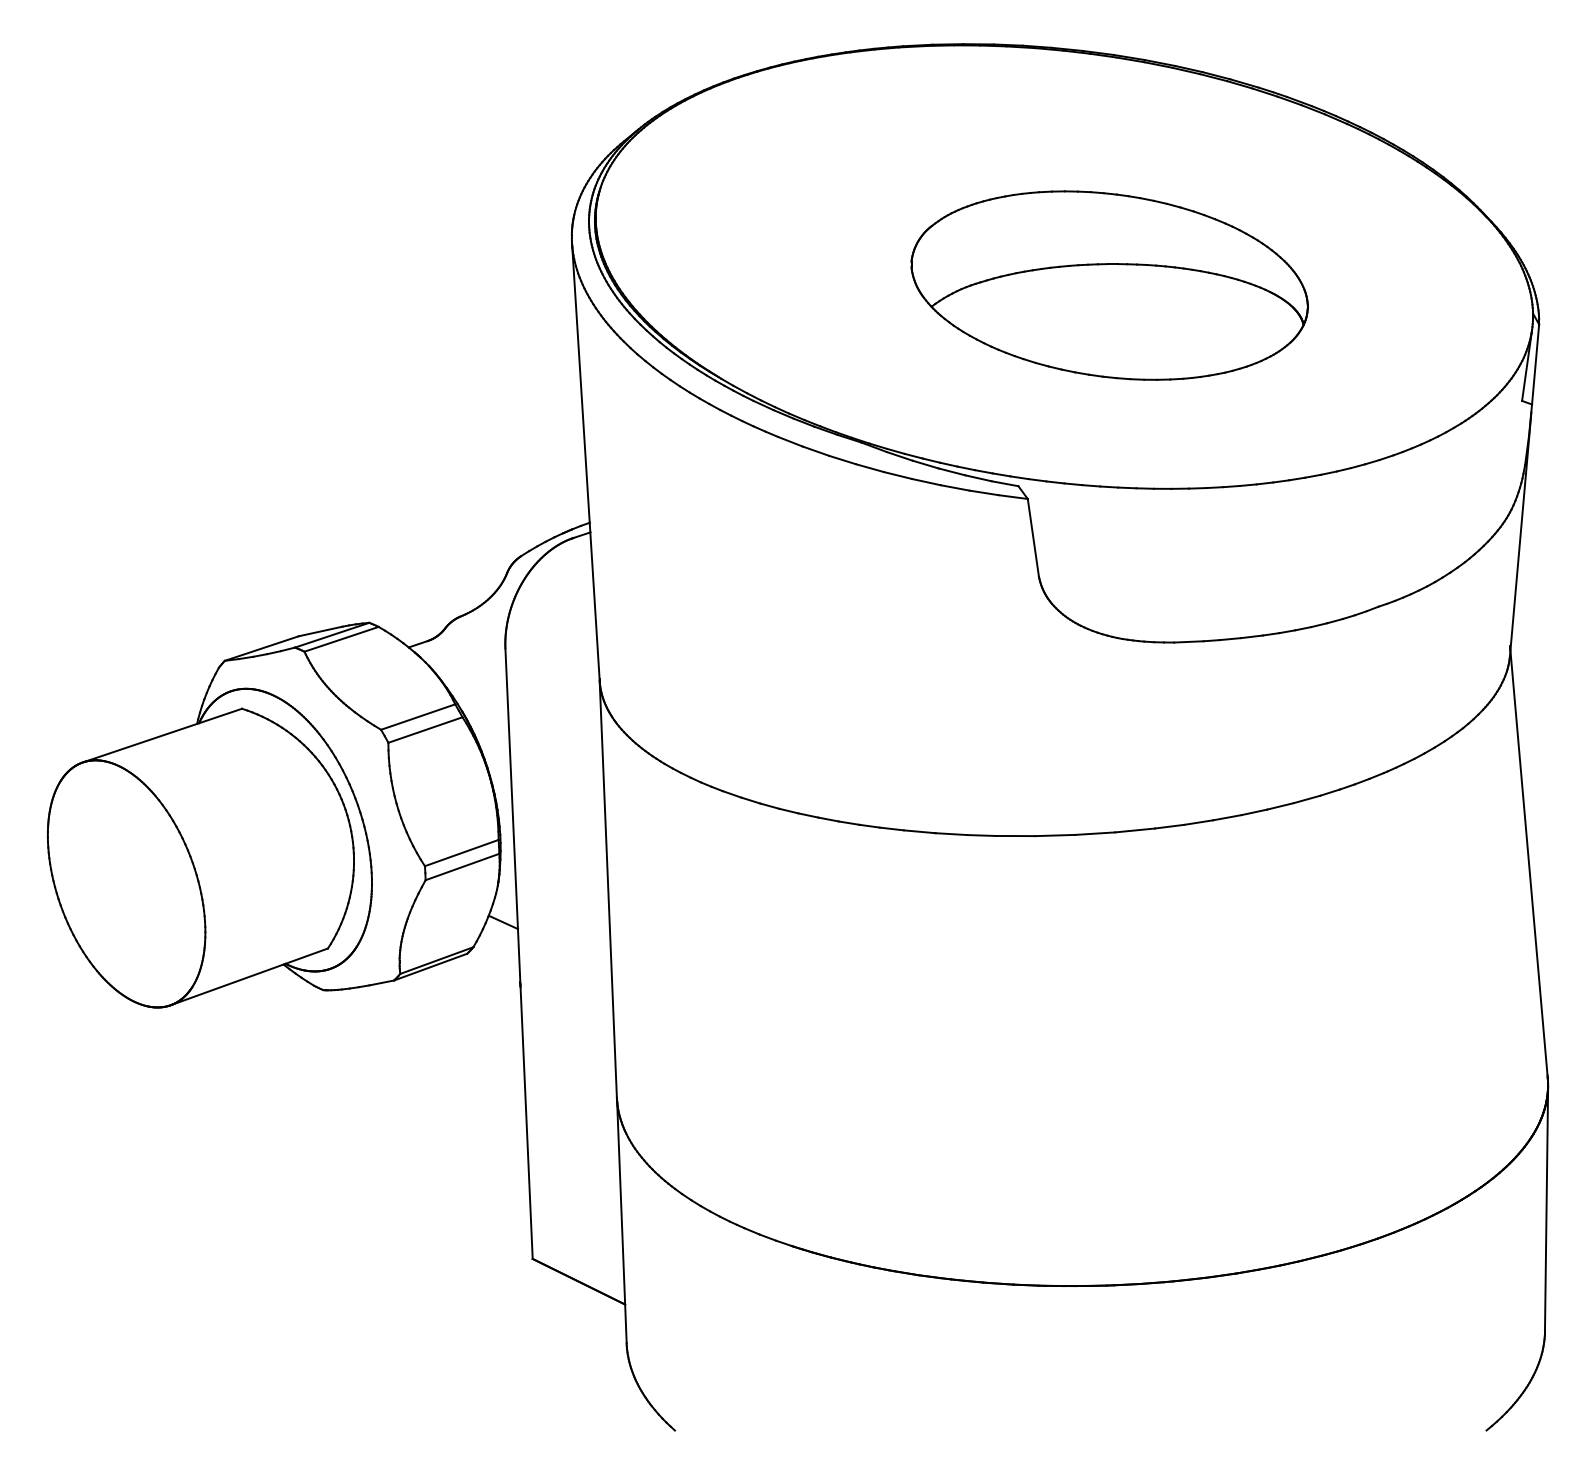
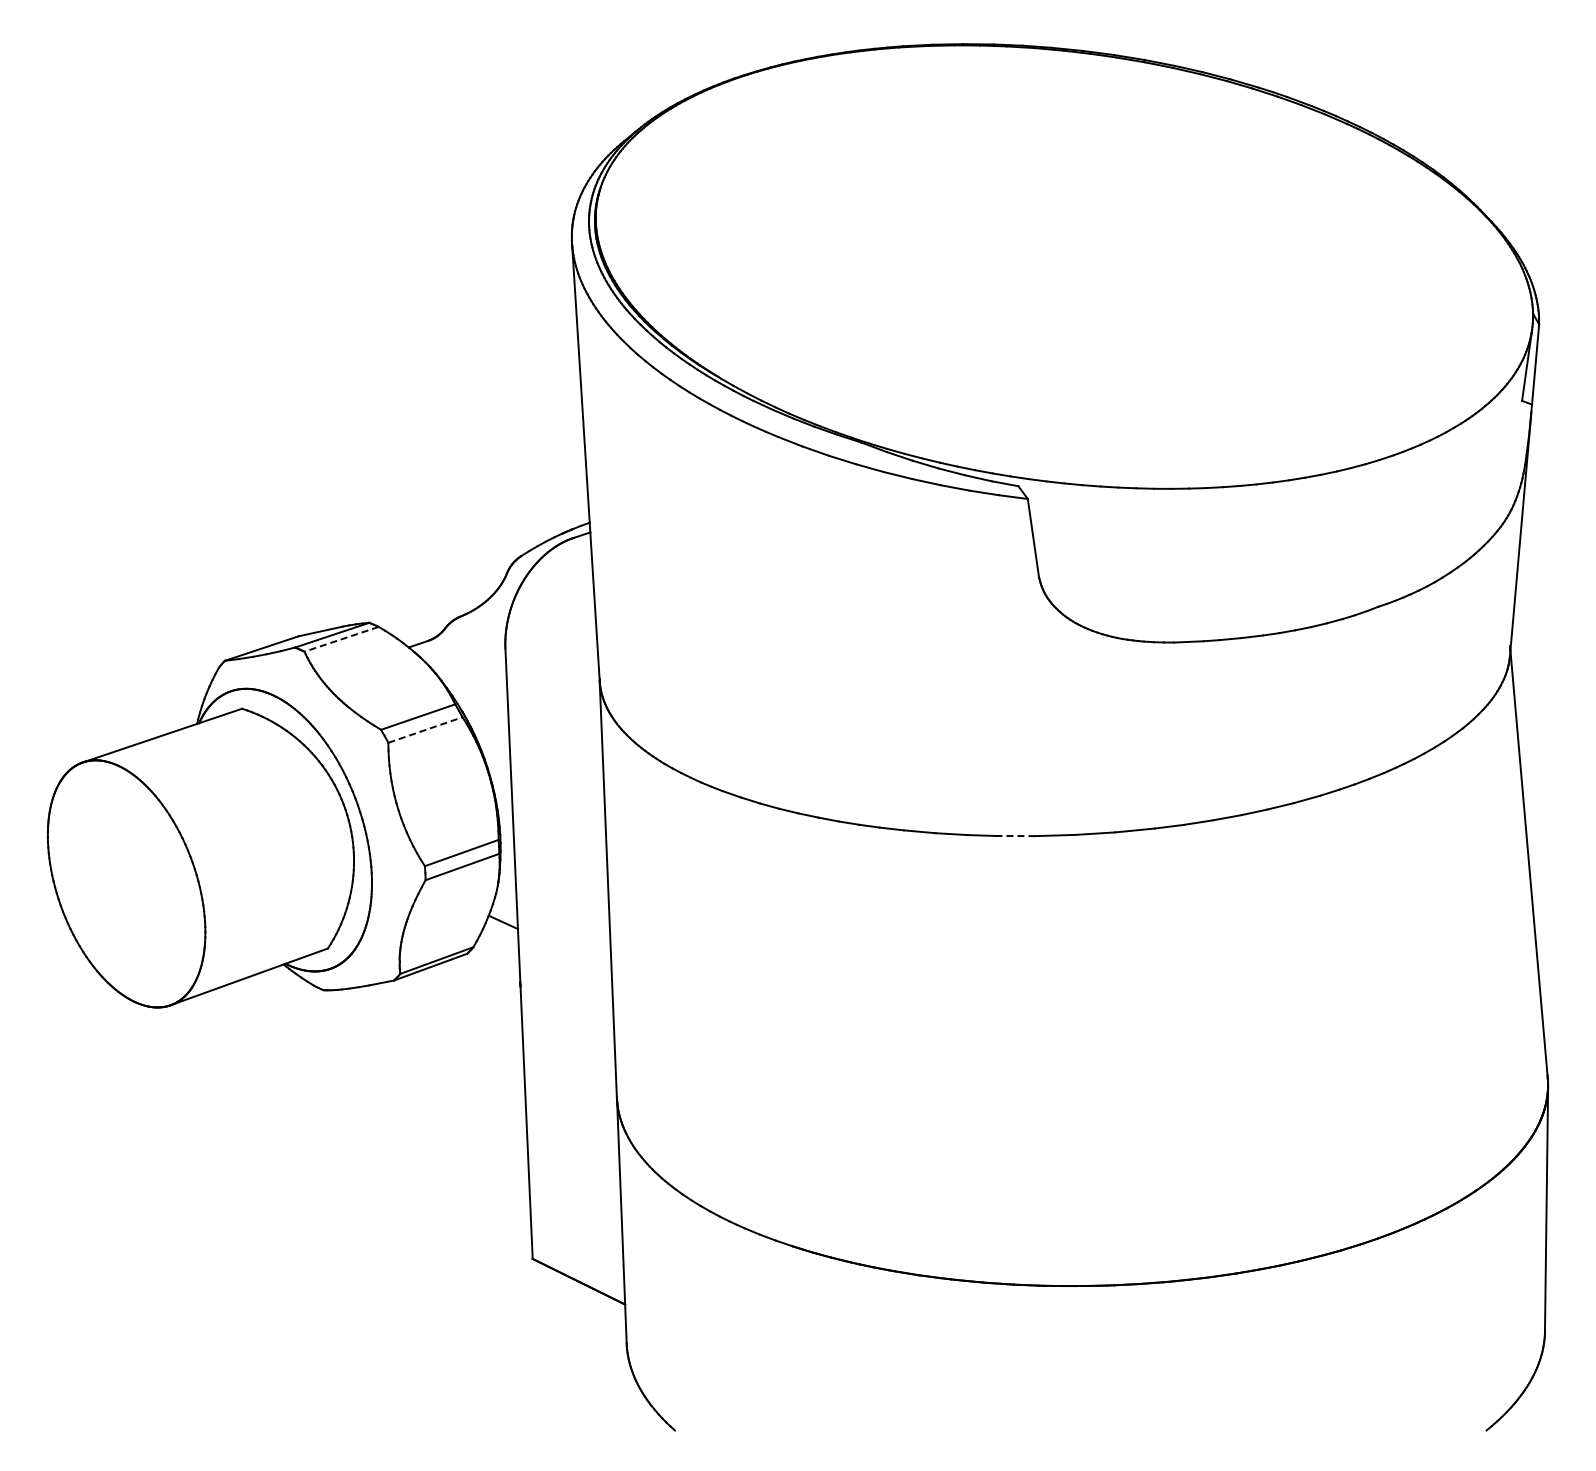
part at (1109, 285): present -> none
line at (341, 639): solid -> dashed
line at (425, 729): solid -> dashed
line at (1015, 836): solid -> dashed
